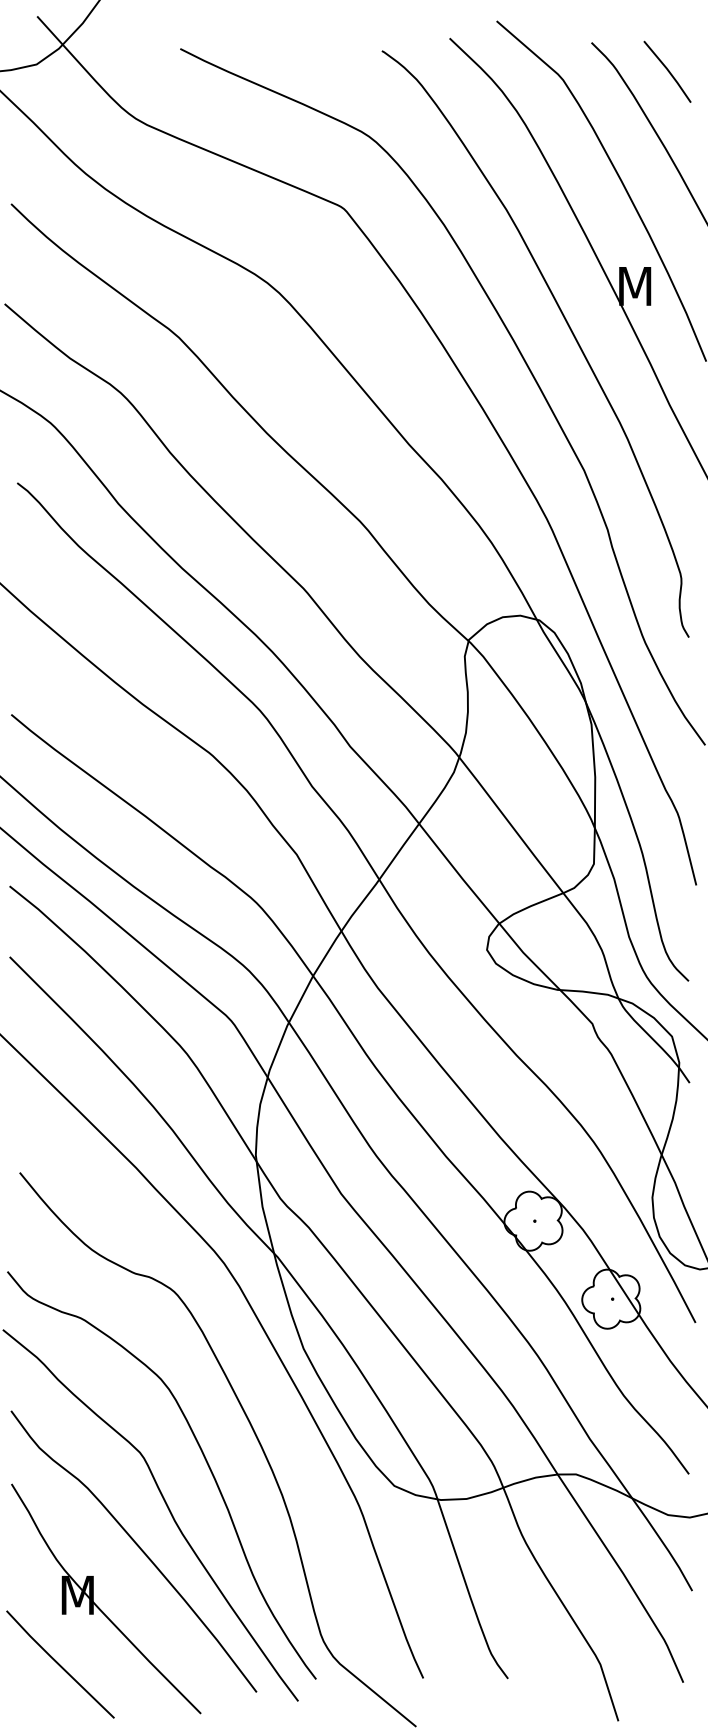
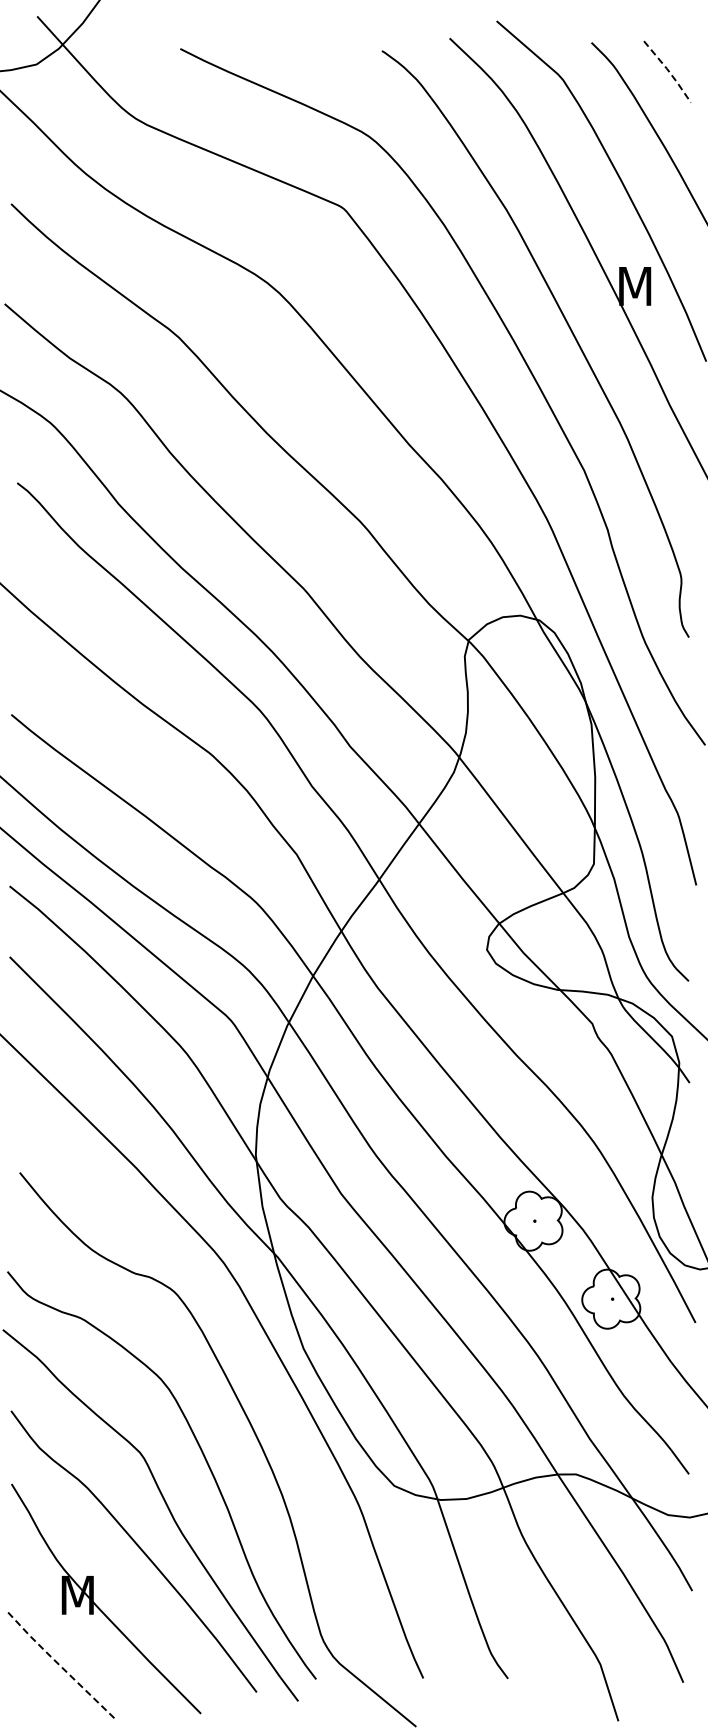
line at (668, 70): solid -> dashed
line at (58, 1664): solid -> dashed
